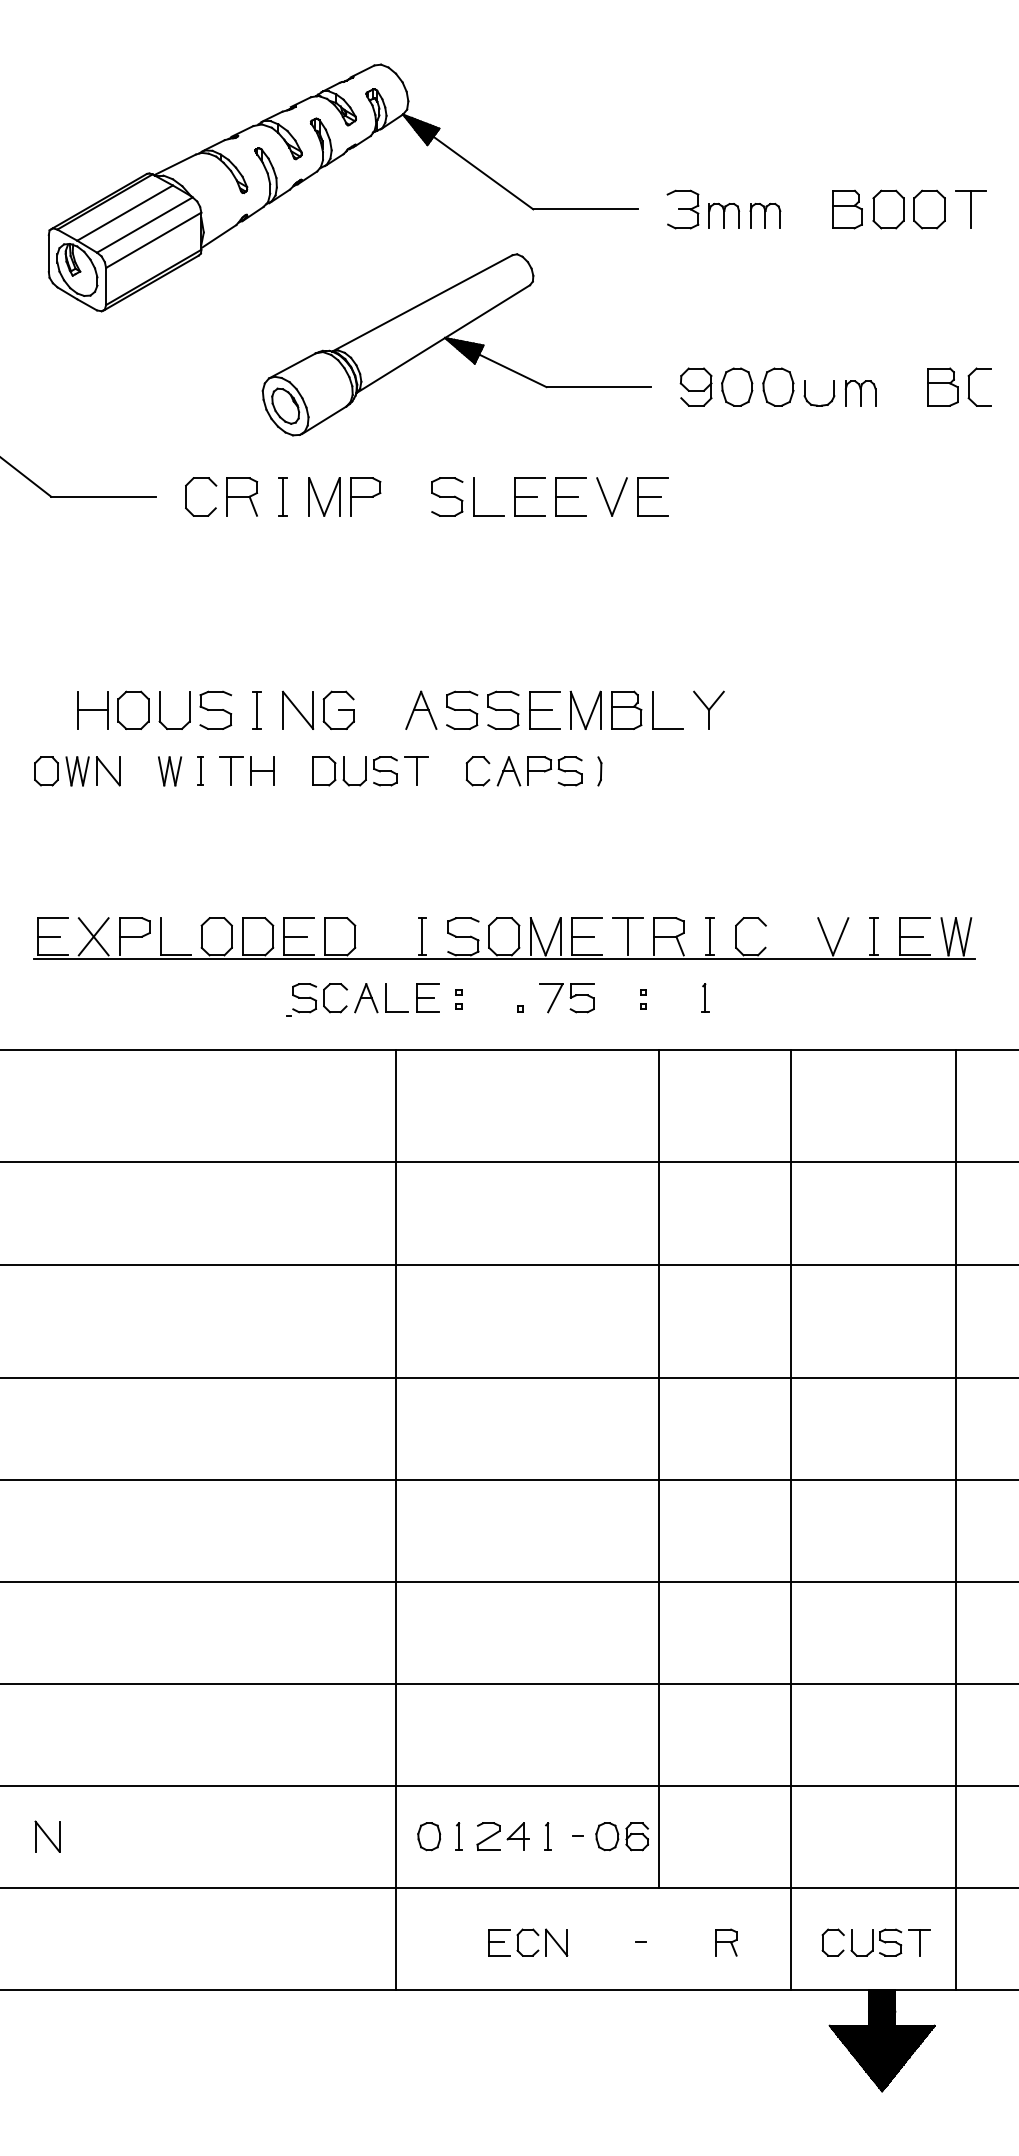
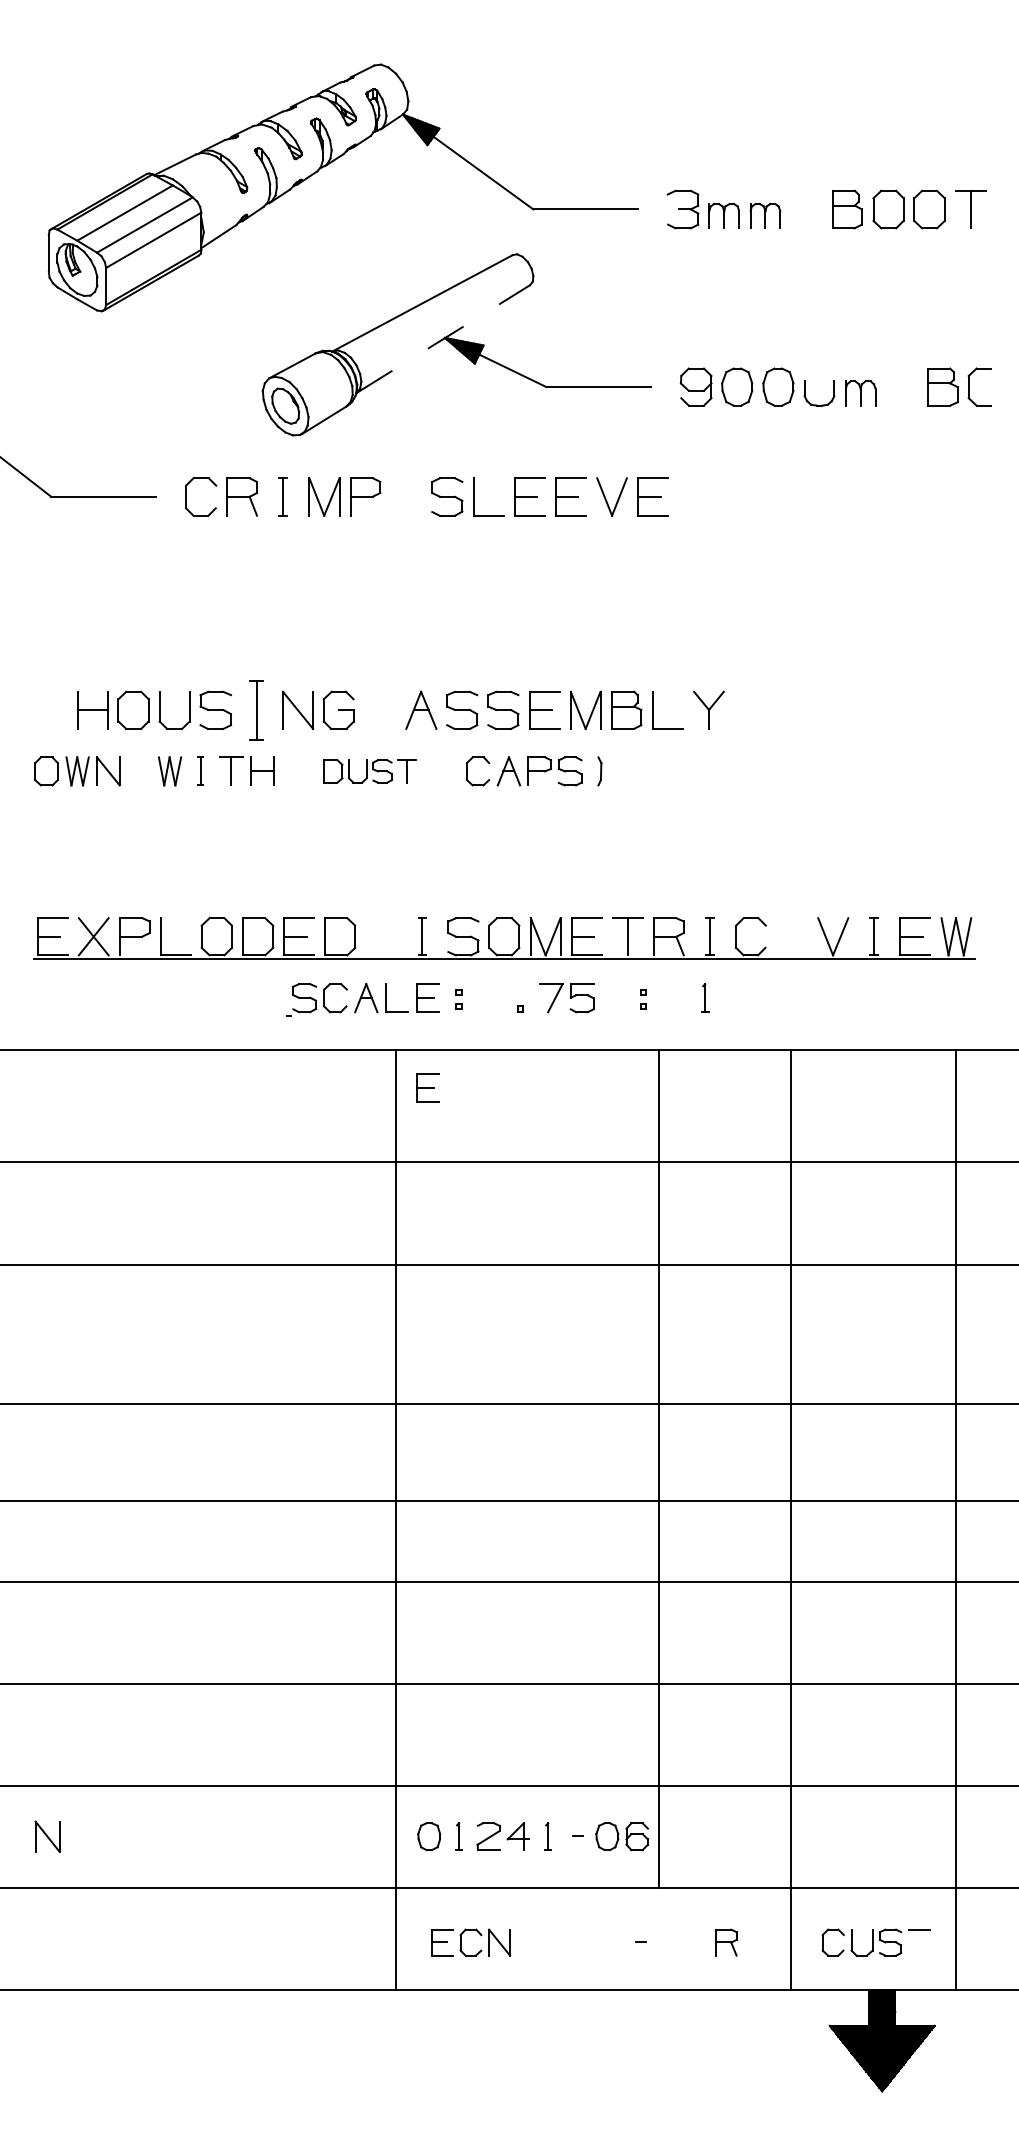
line at (443, 339): solid -> dashed
part at (256, 710) size: 10x39 px -> 15x61 px
part at (370, 771) size: 117x31 px -> 94x25 px
part at (427, 1087): none -> present
line at (508, 1377) position: (508, 1377) -> (508, 1403)
line at (508, 1480) position: (508, 1480) -> (508, 1501)
part at (518, 1942) position: (518, 1942) -> (461, 1942)
line at (919, 1942): present -> none
